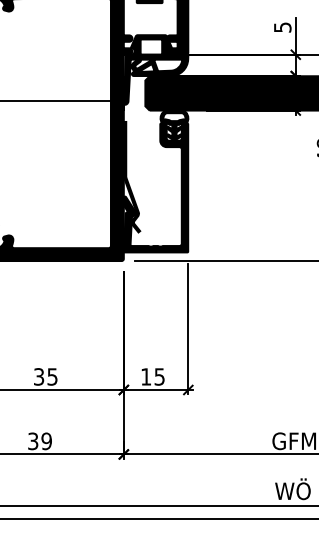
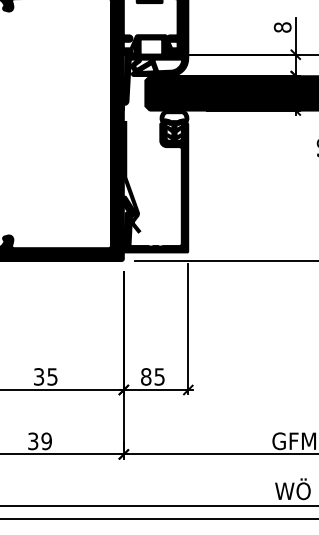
text at (282, 27): 5 -> 8
line at (62, 101): present -> none
text at (146, 376): 15 -> 85
